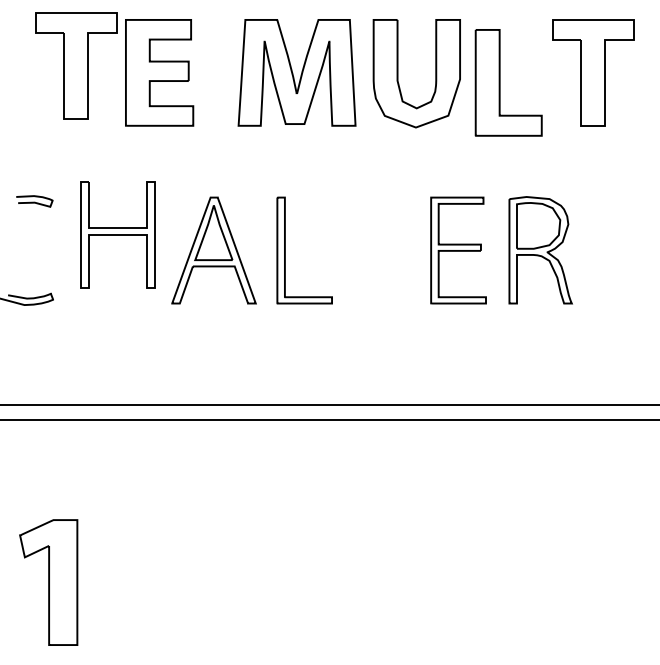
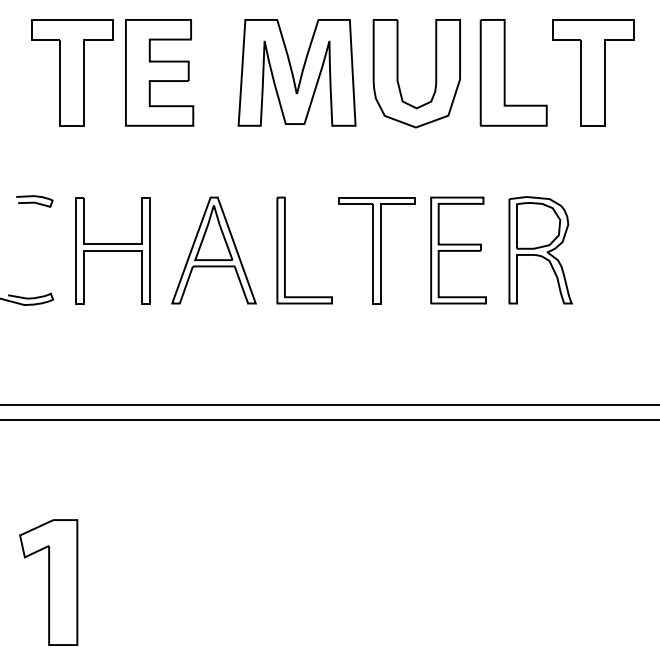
part at (76, 65) position: (76, 65) -> (72, 72)
part at (500, 82) position: (500, 82) -> (505, 72)
part at (117, 234) position: (117, 234) -> (112, 250)
part at (376, 250): none -> present
